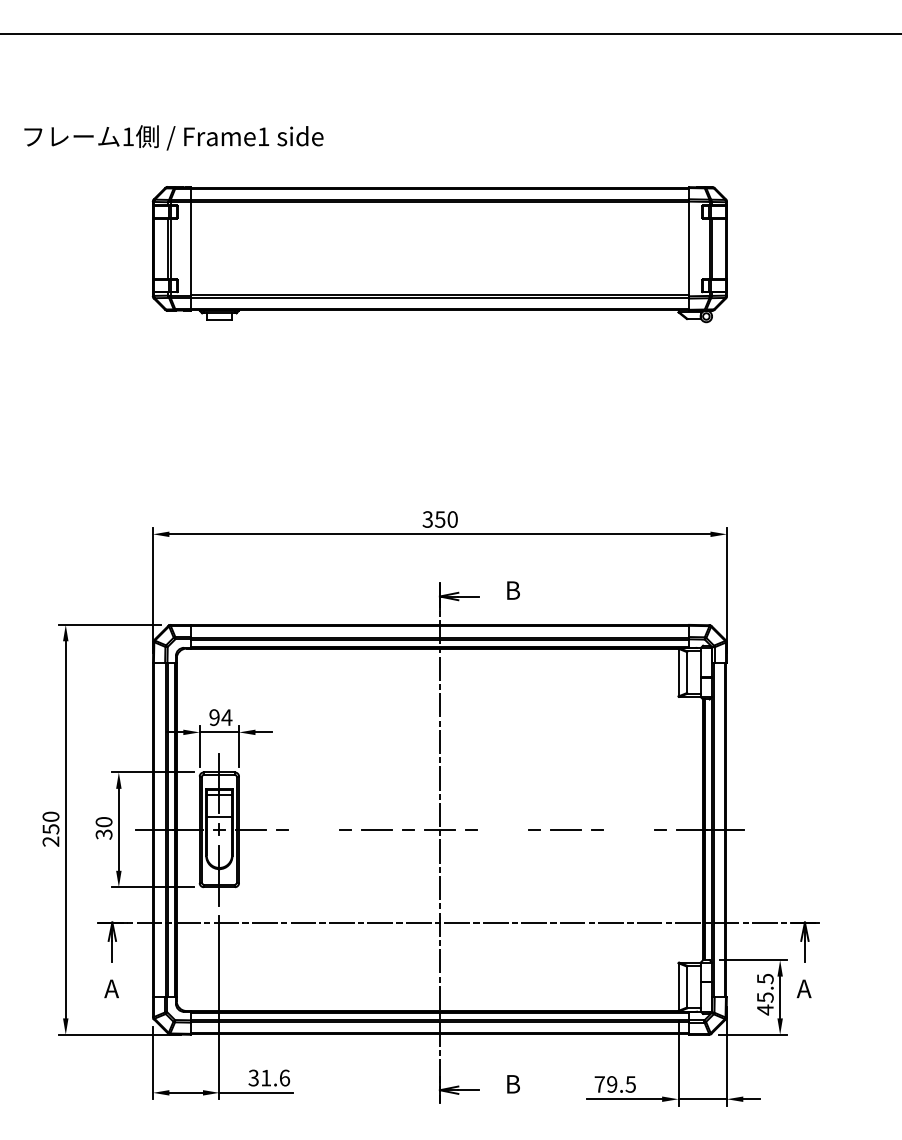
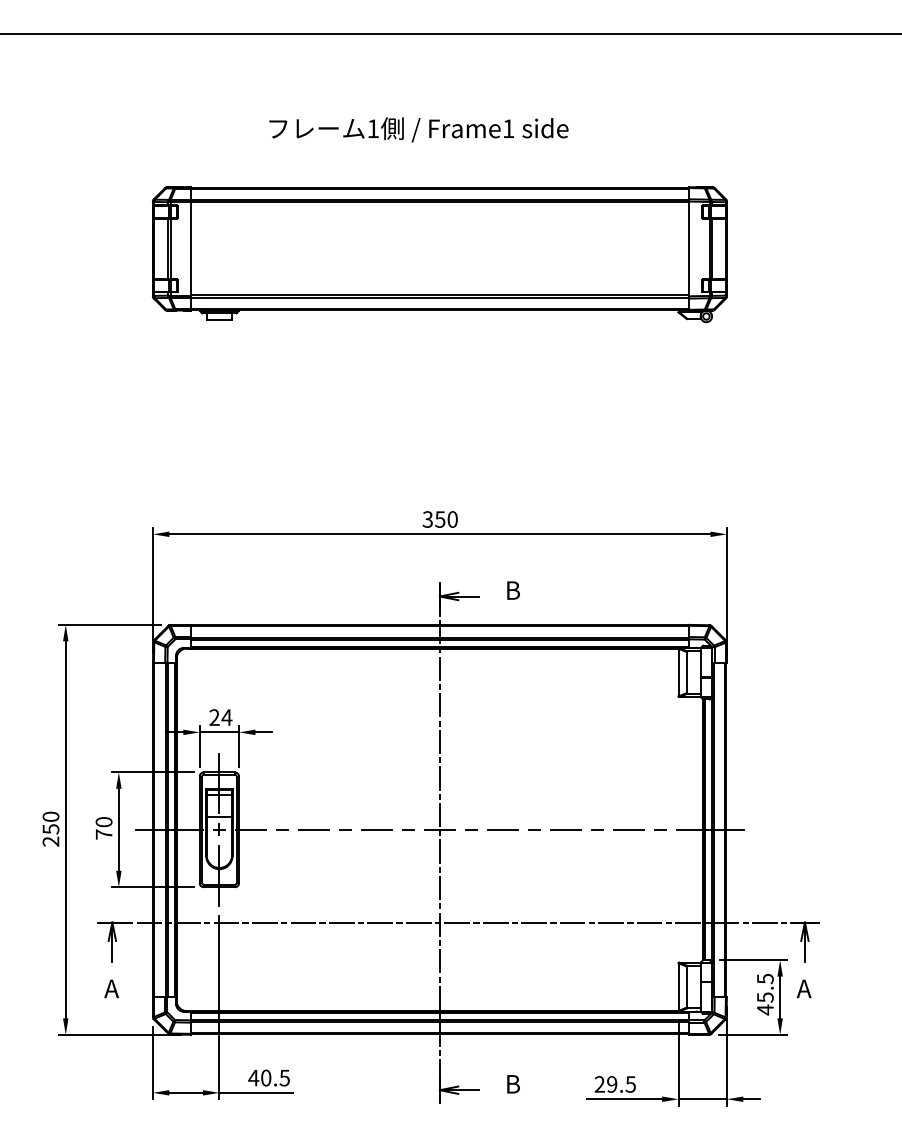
text at (173, 137) position: (173, 137) -> (418, 129)
text at (214, 717): 94 -> 24
line at (313, 829): none -> present
line at (502, 829): none -> present
line at (628, 829): none -> present
text at (103, 834): 30 -> 70
text at (269, 1077): 31.6 -> 40.5
text at (599, 1084): 79.5 -> 29.5
